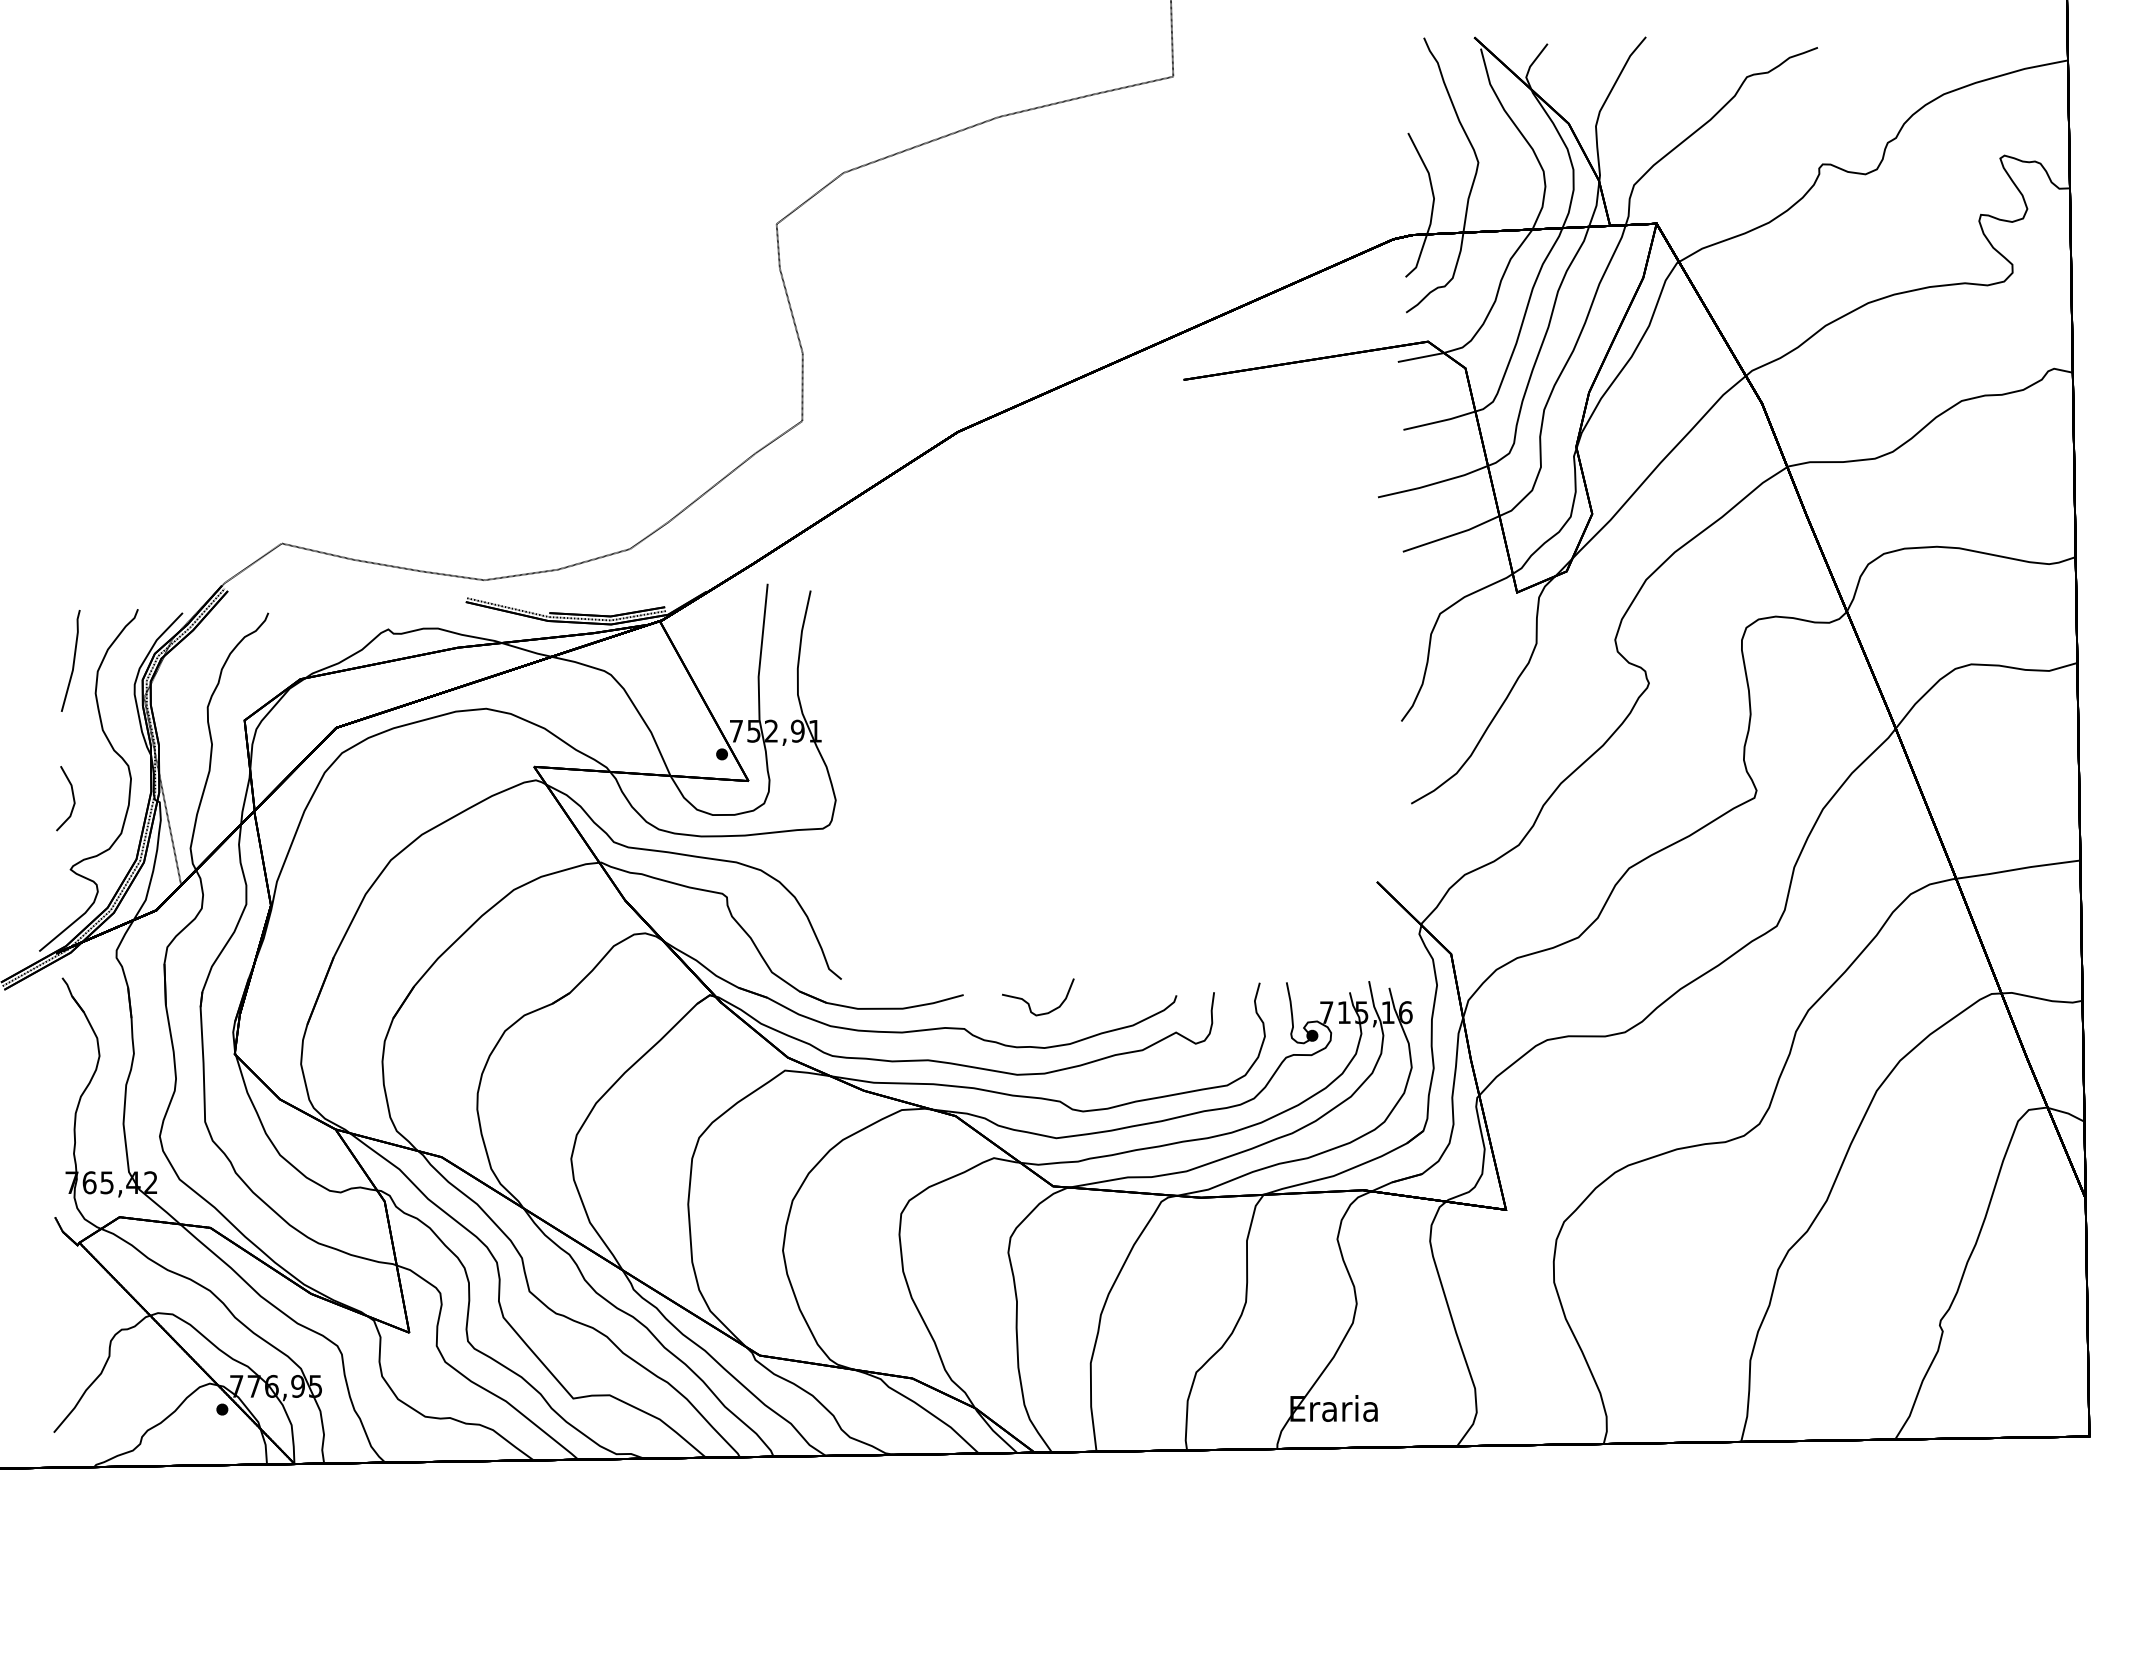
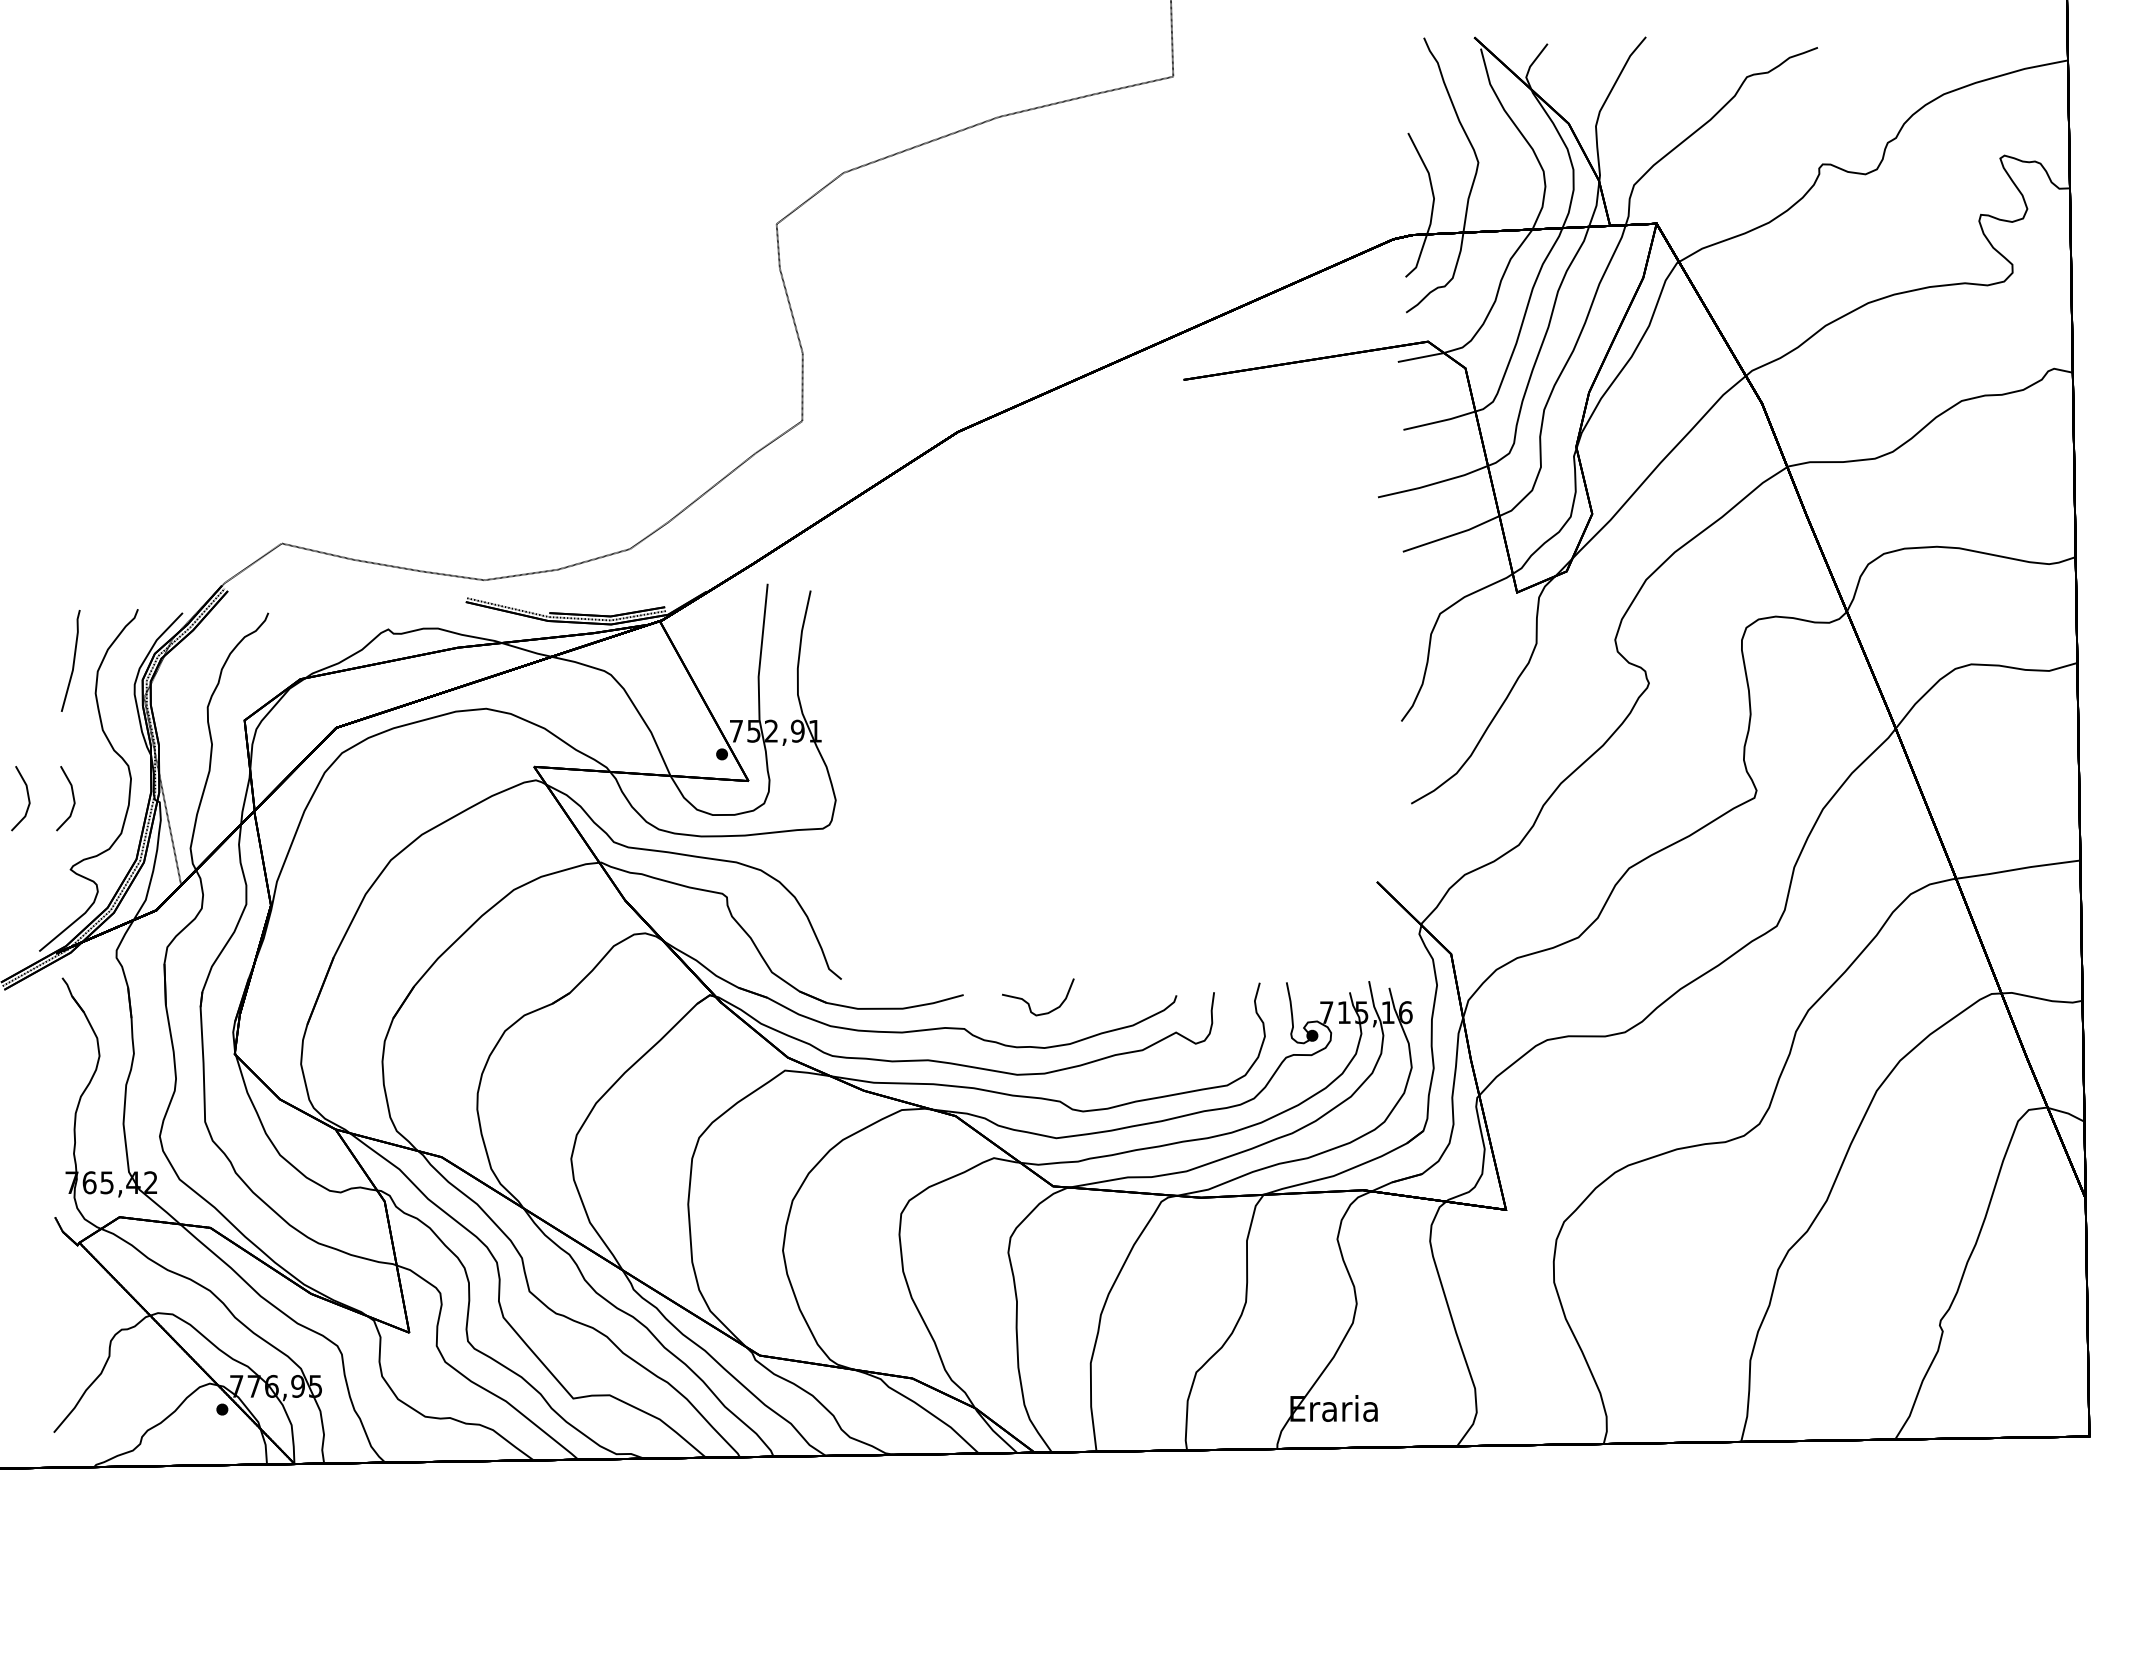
line at (27, 797): none -> present
